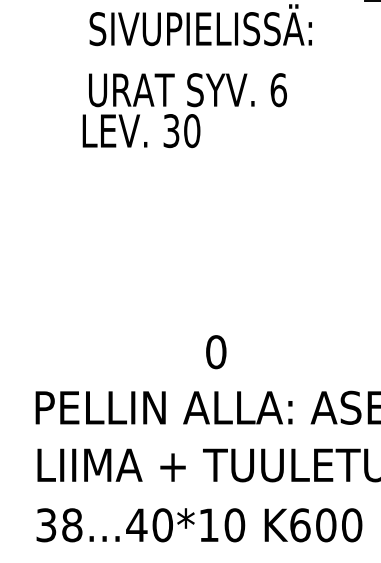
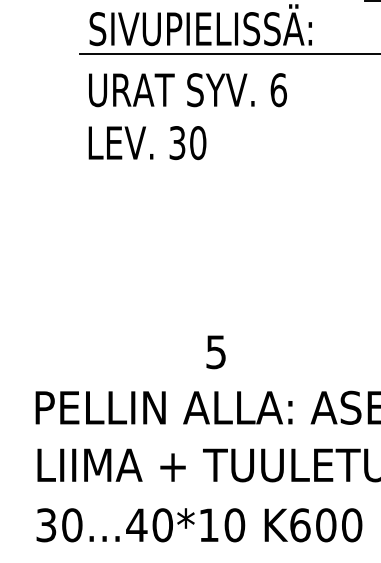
line at (228, 54): none -> present
text at (141, 131) position: (141, 131) -> (147, 143)
text at (216, 352): 0 -> 5
text at (72, 525): 38...40*10 -> 30...40*10
